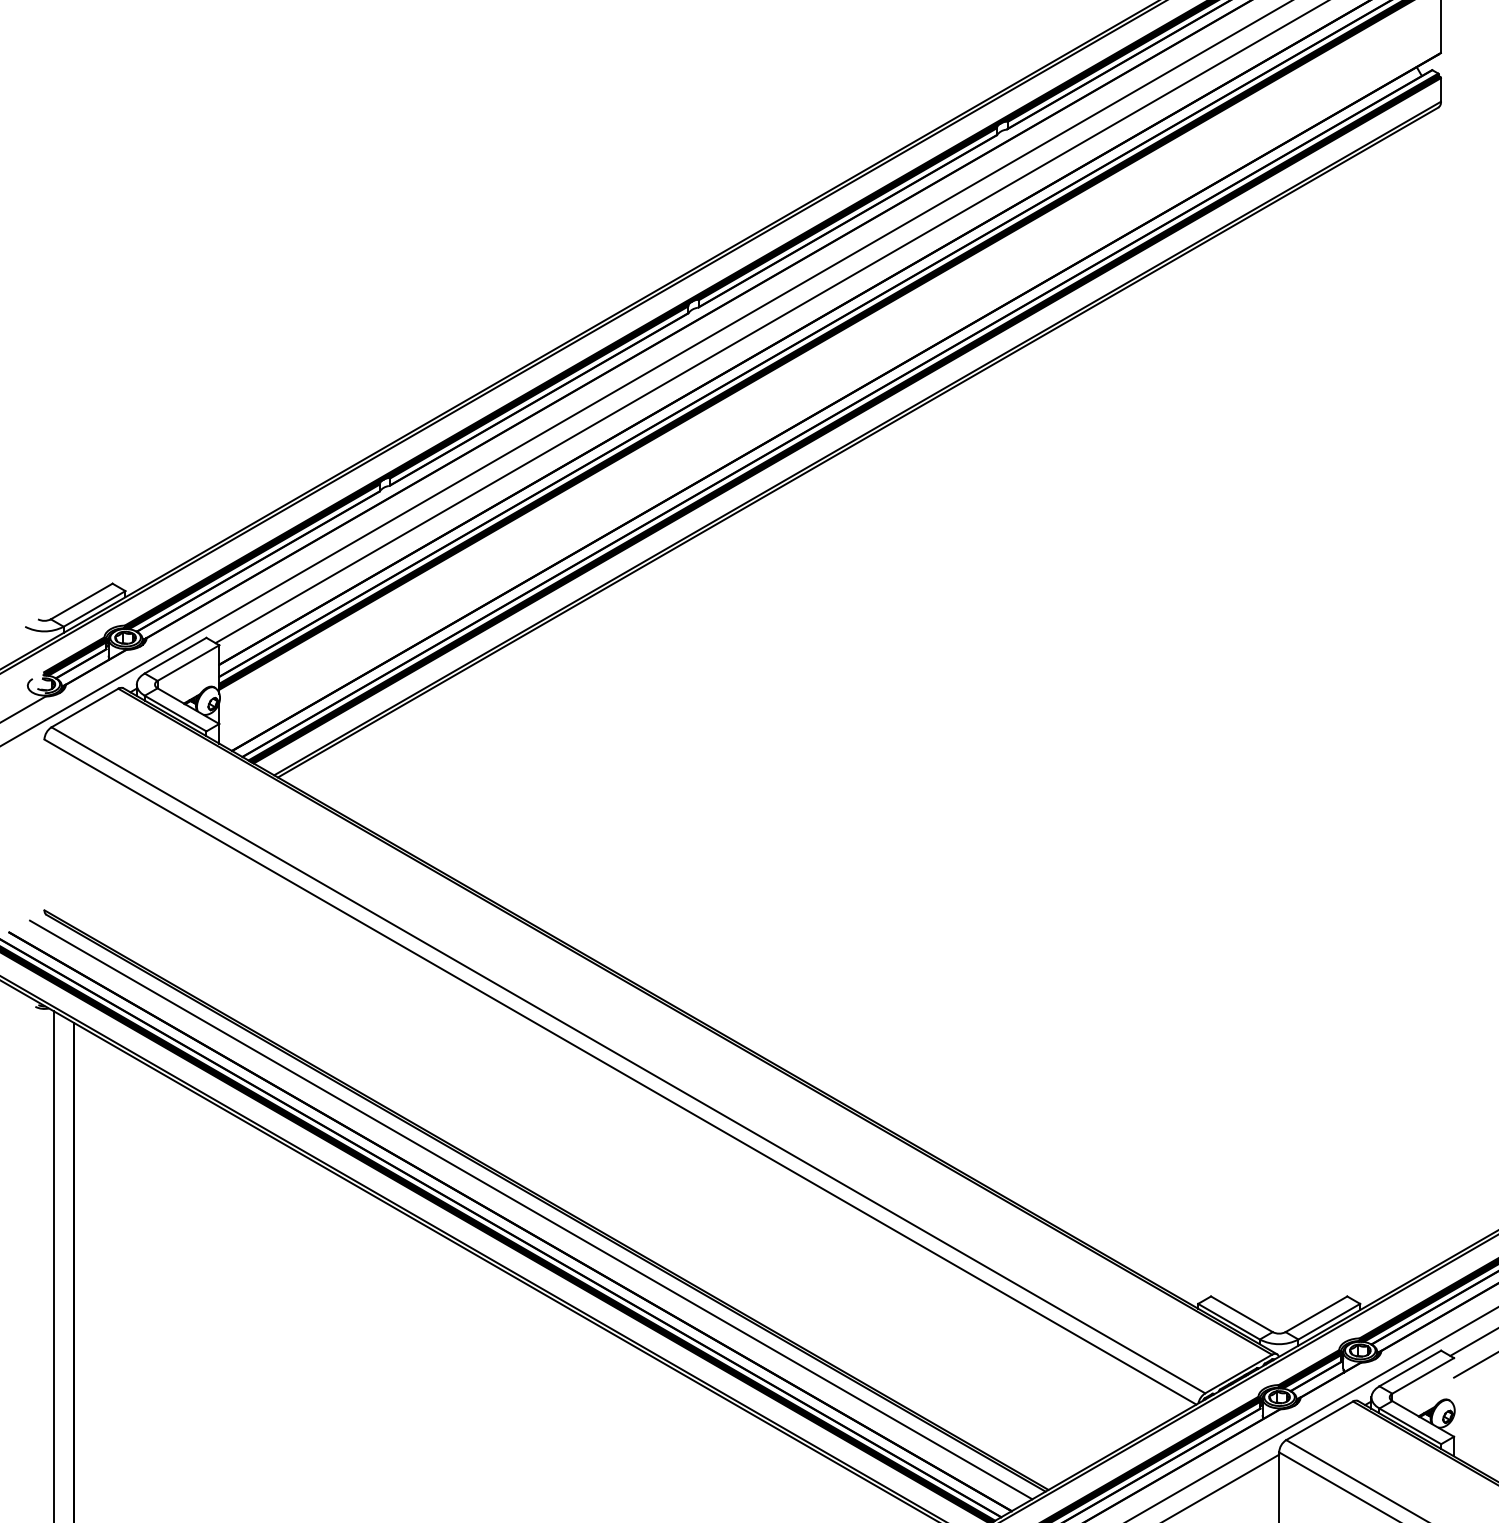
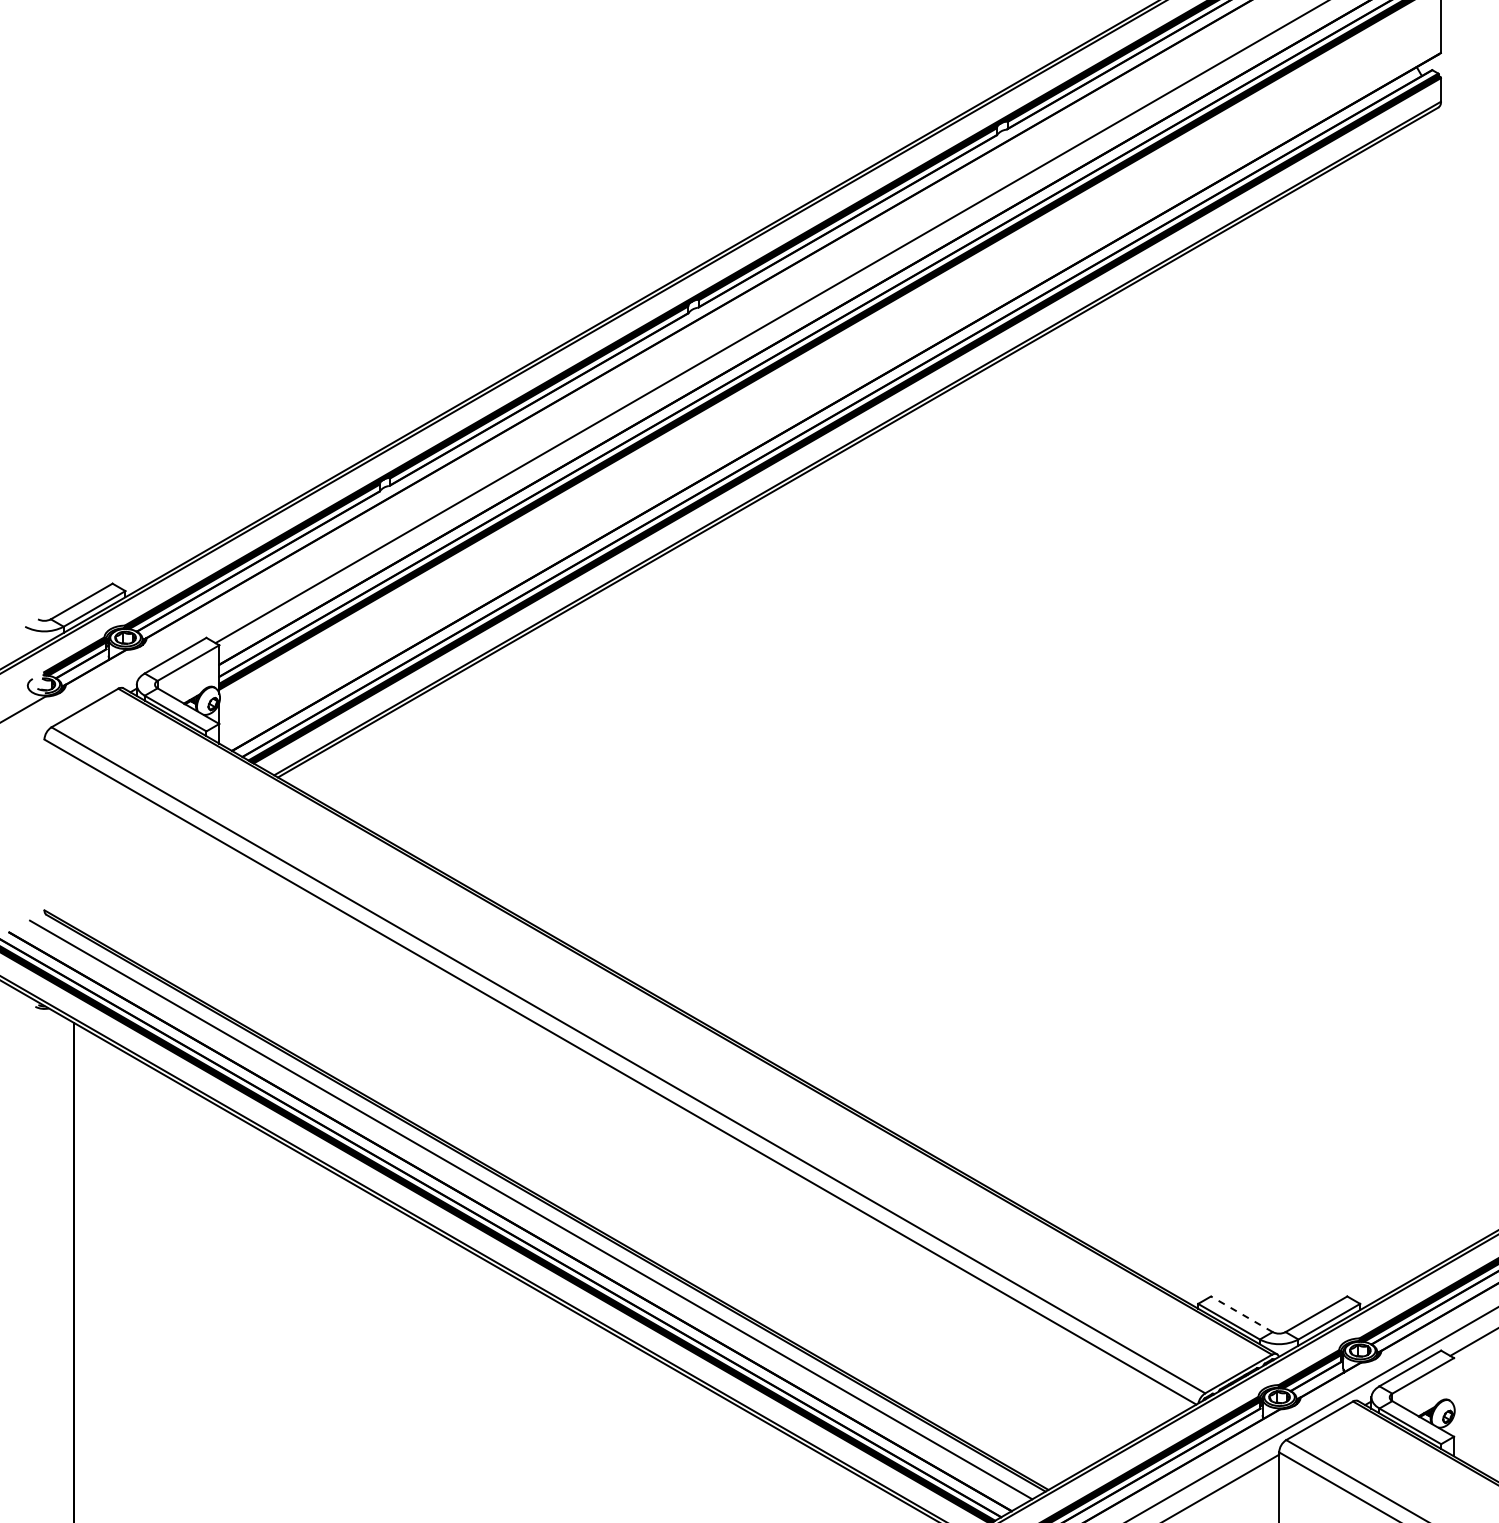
line at (645, 373): present -> none
line at (53, 1265): present -> none
line at (1241, 1314): solid -> dashed
line at (1474, 1365): present -> none
